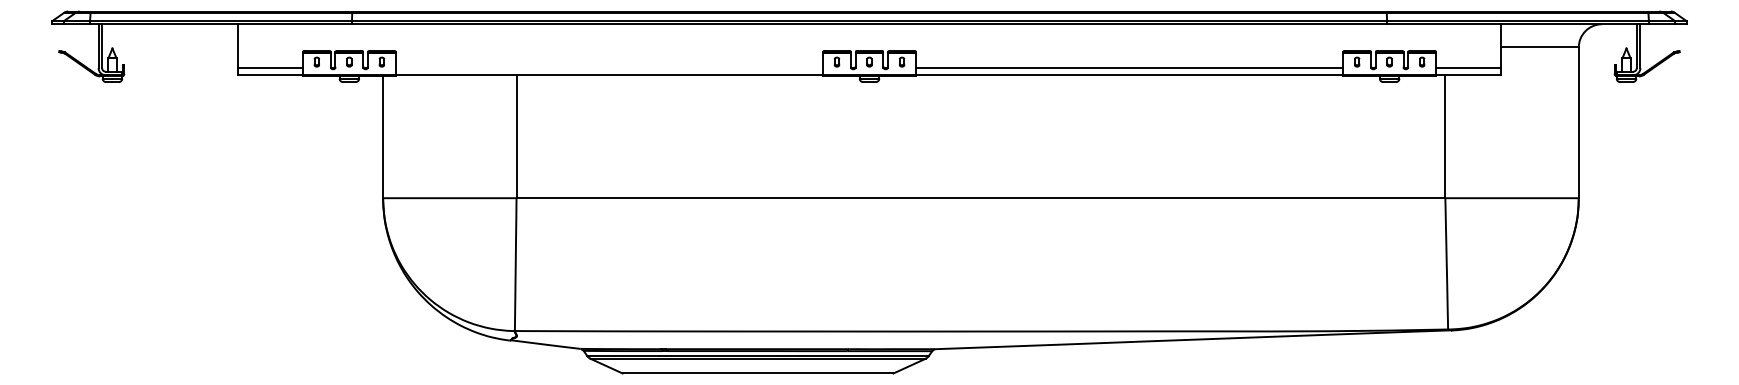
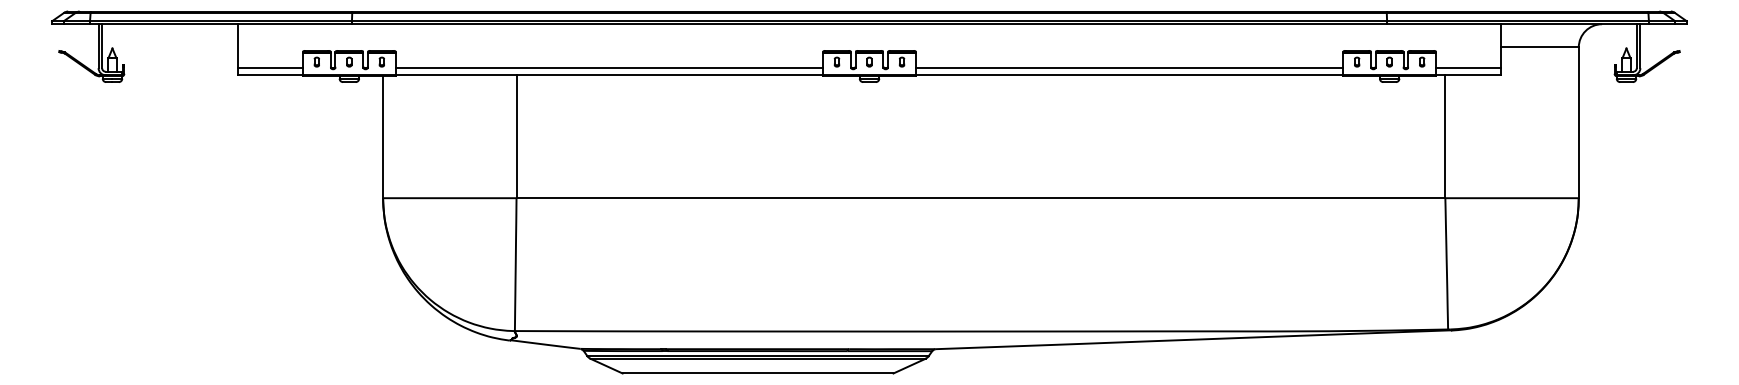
line at (609, 68): none -> present
